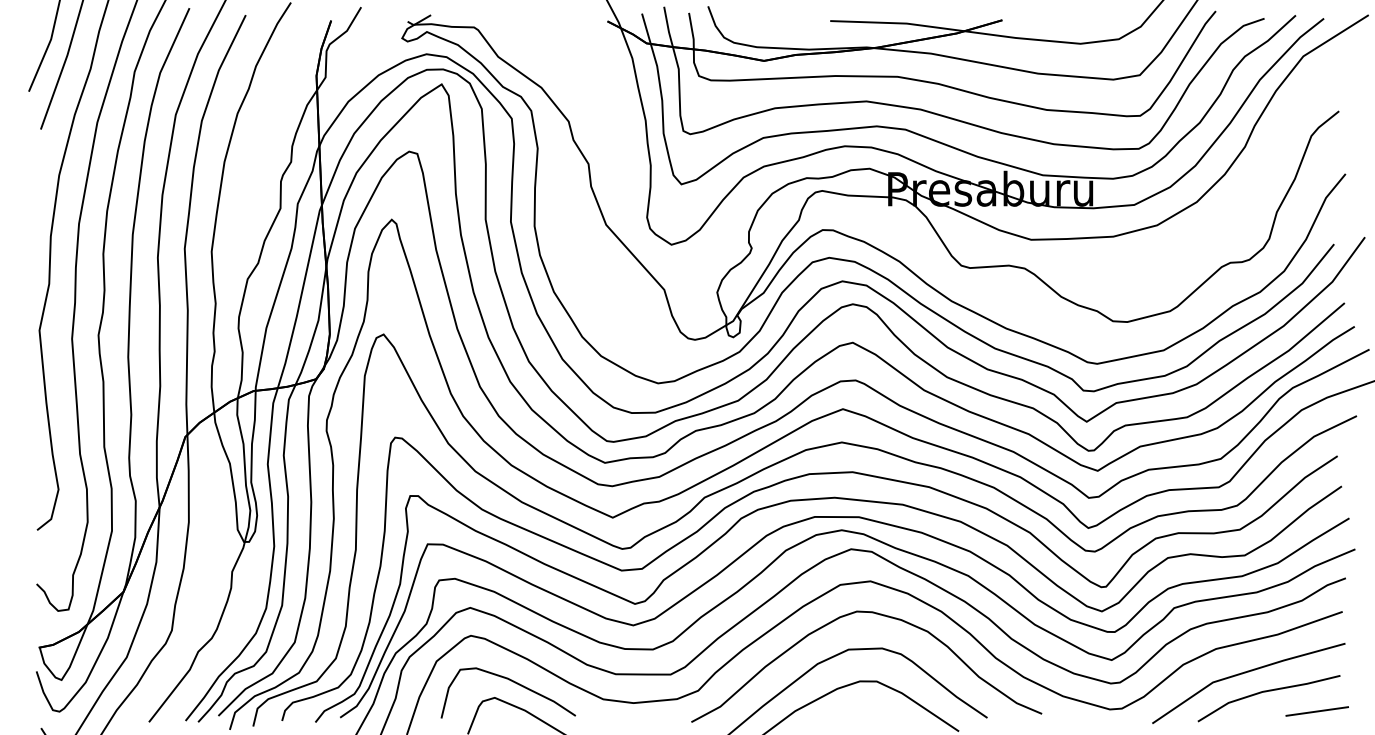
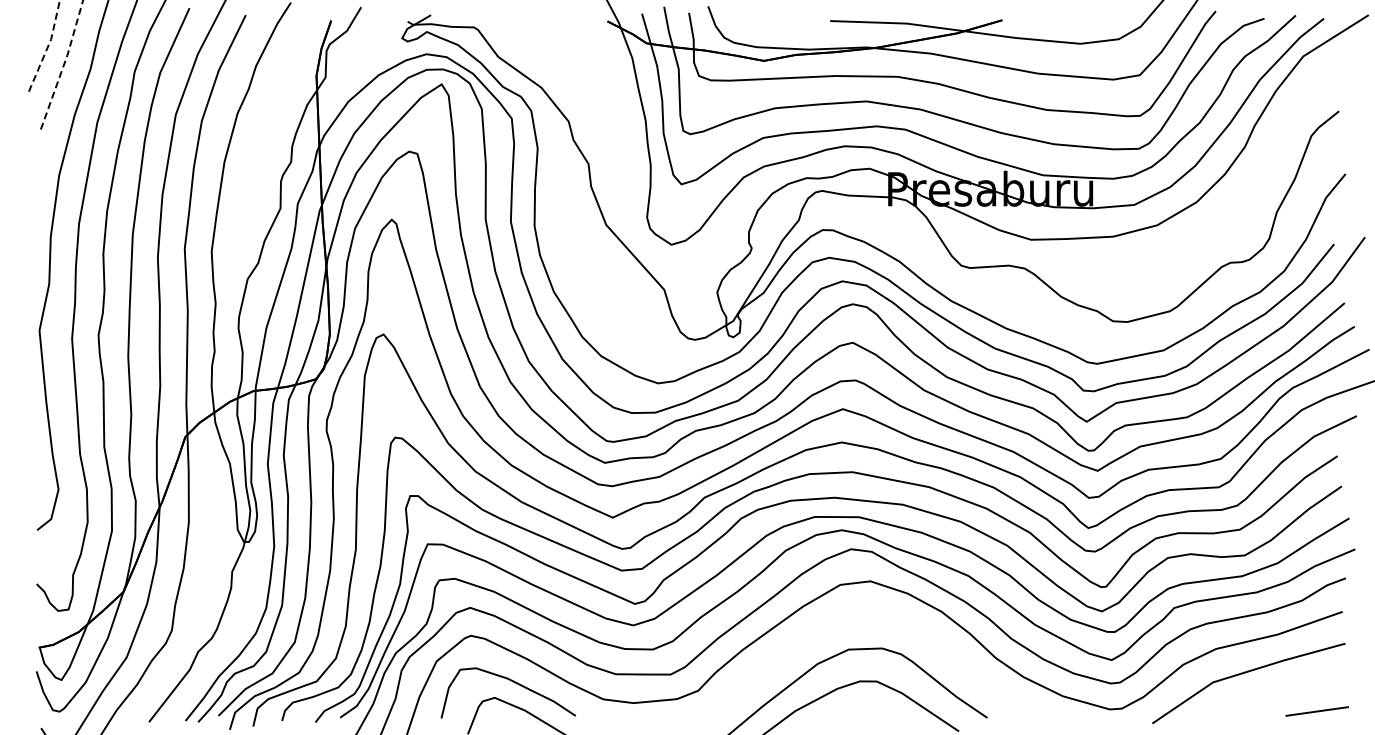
line at (48, 46): solid -> dashed
line at (64, 64): solid -> dashed
curve at (879, 615): present -> none
line at (1266, 692): present -> none
